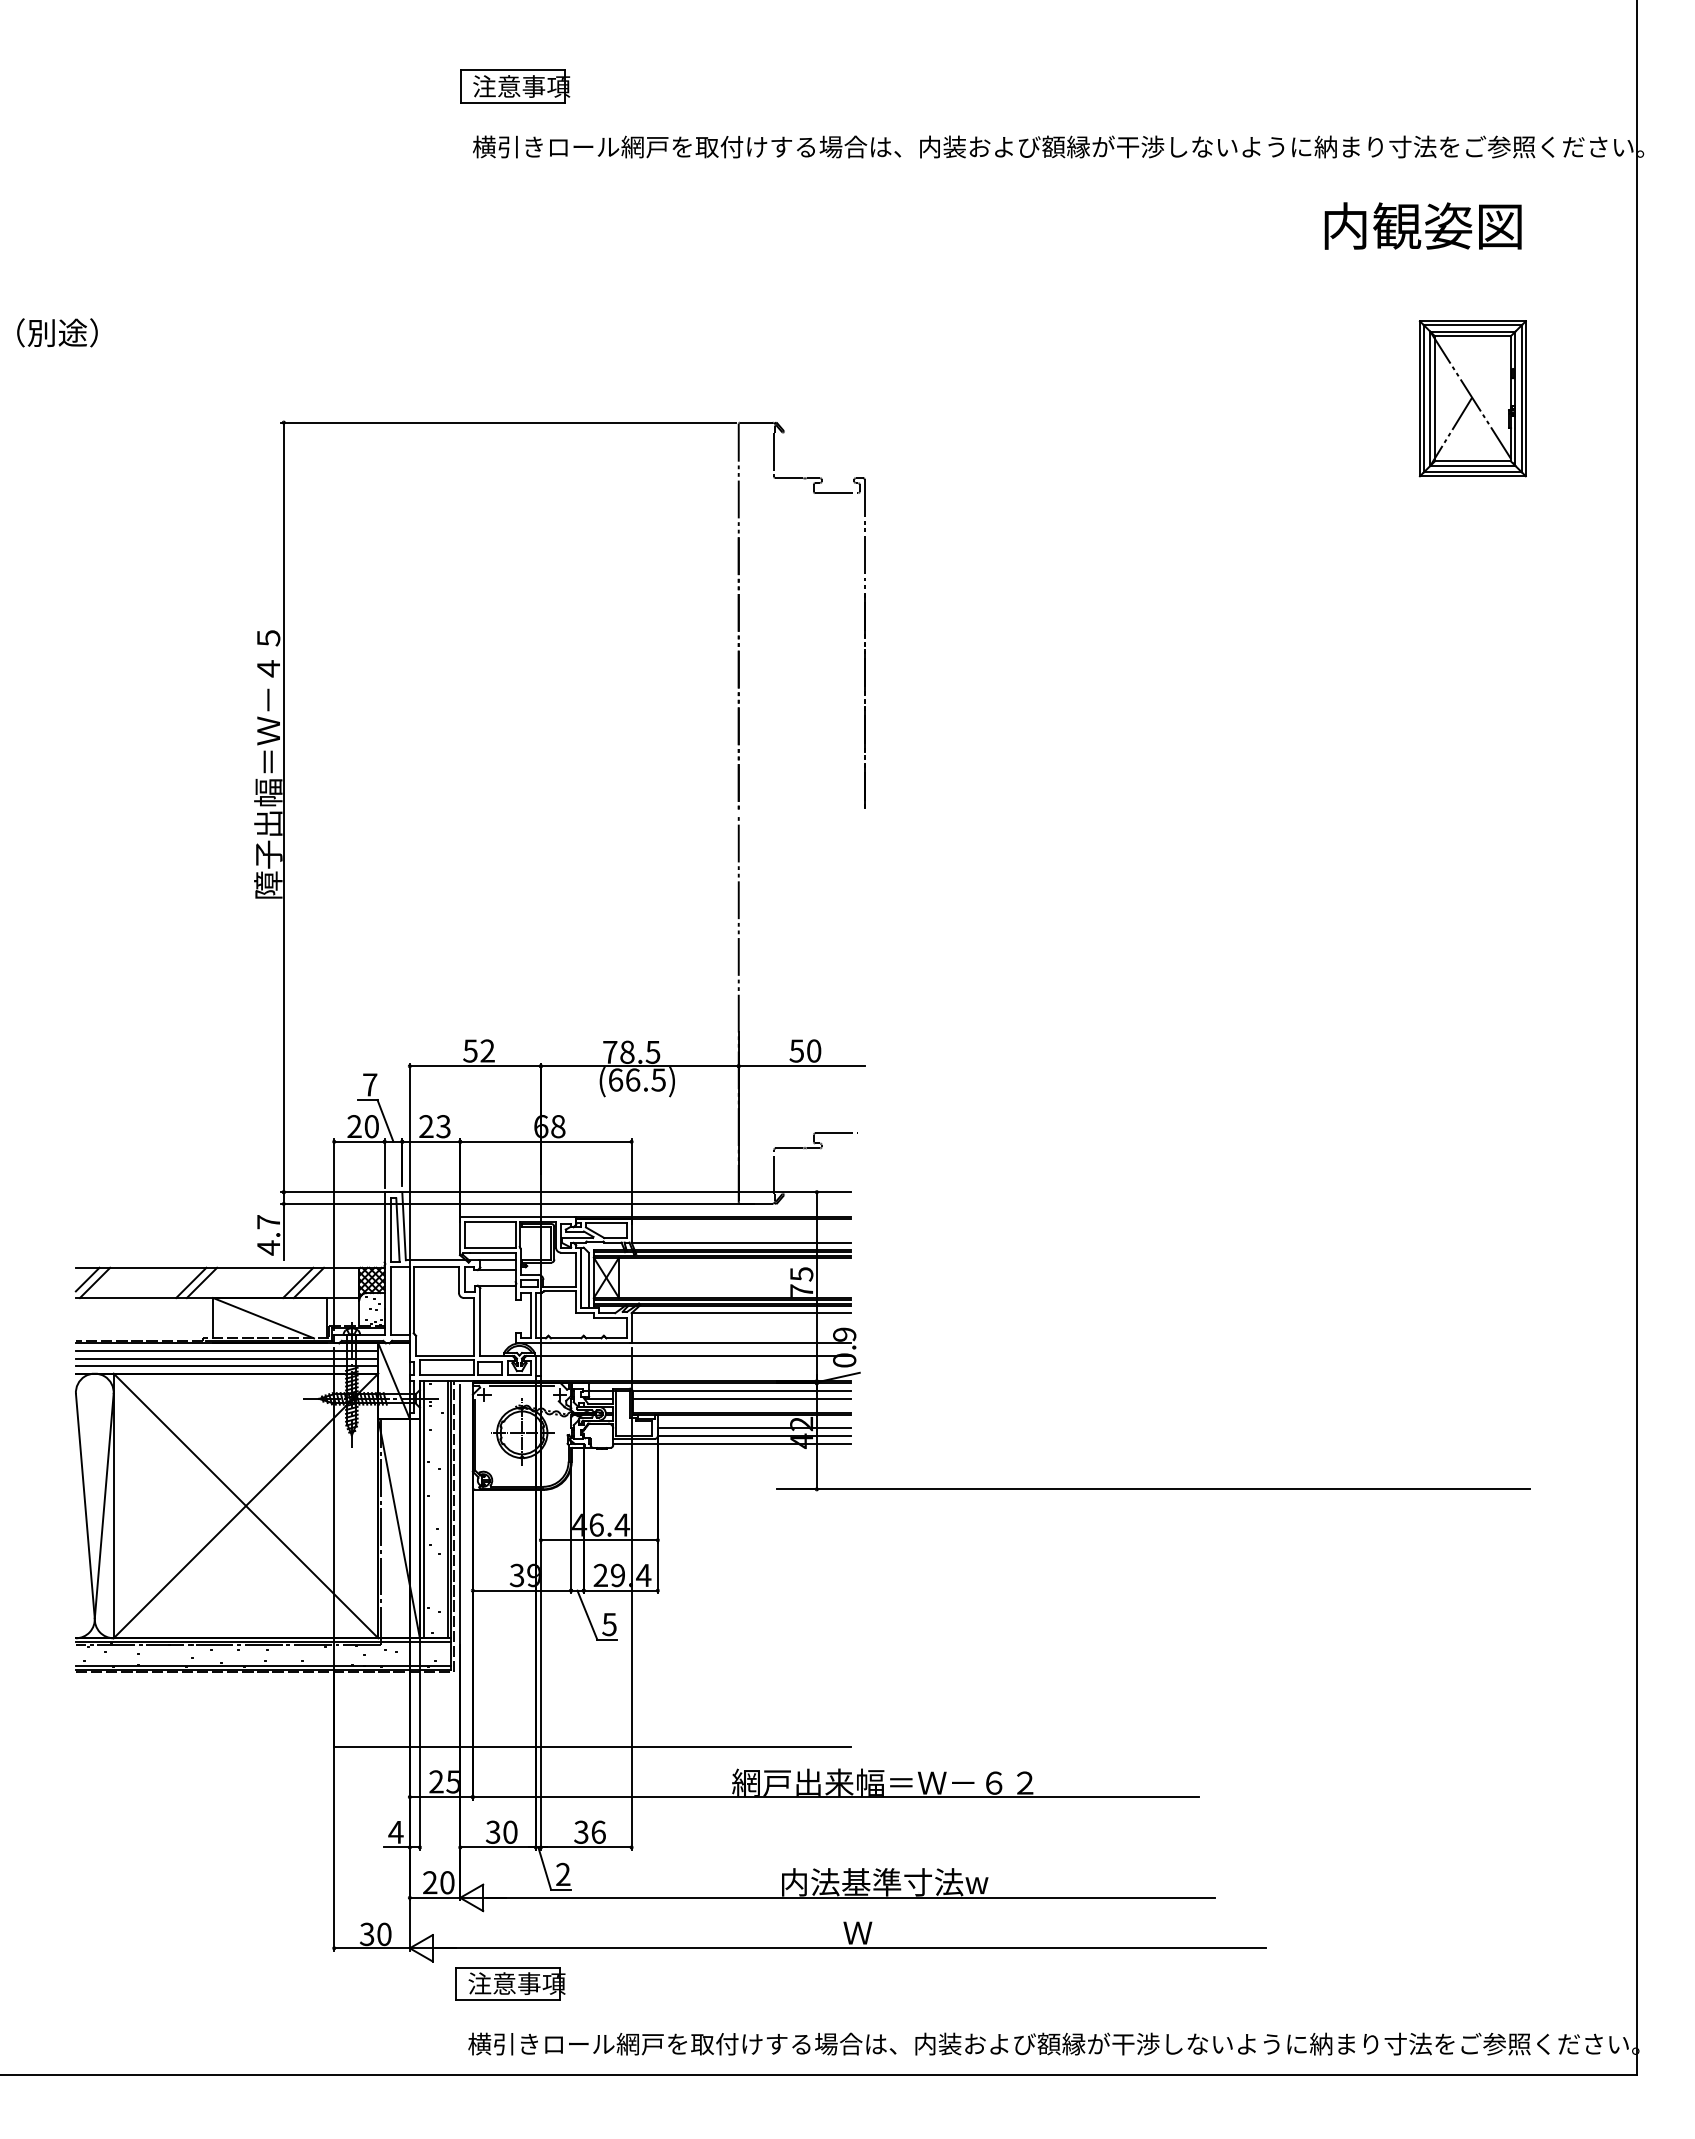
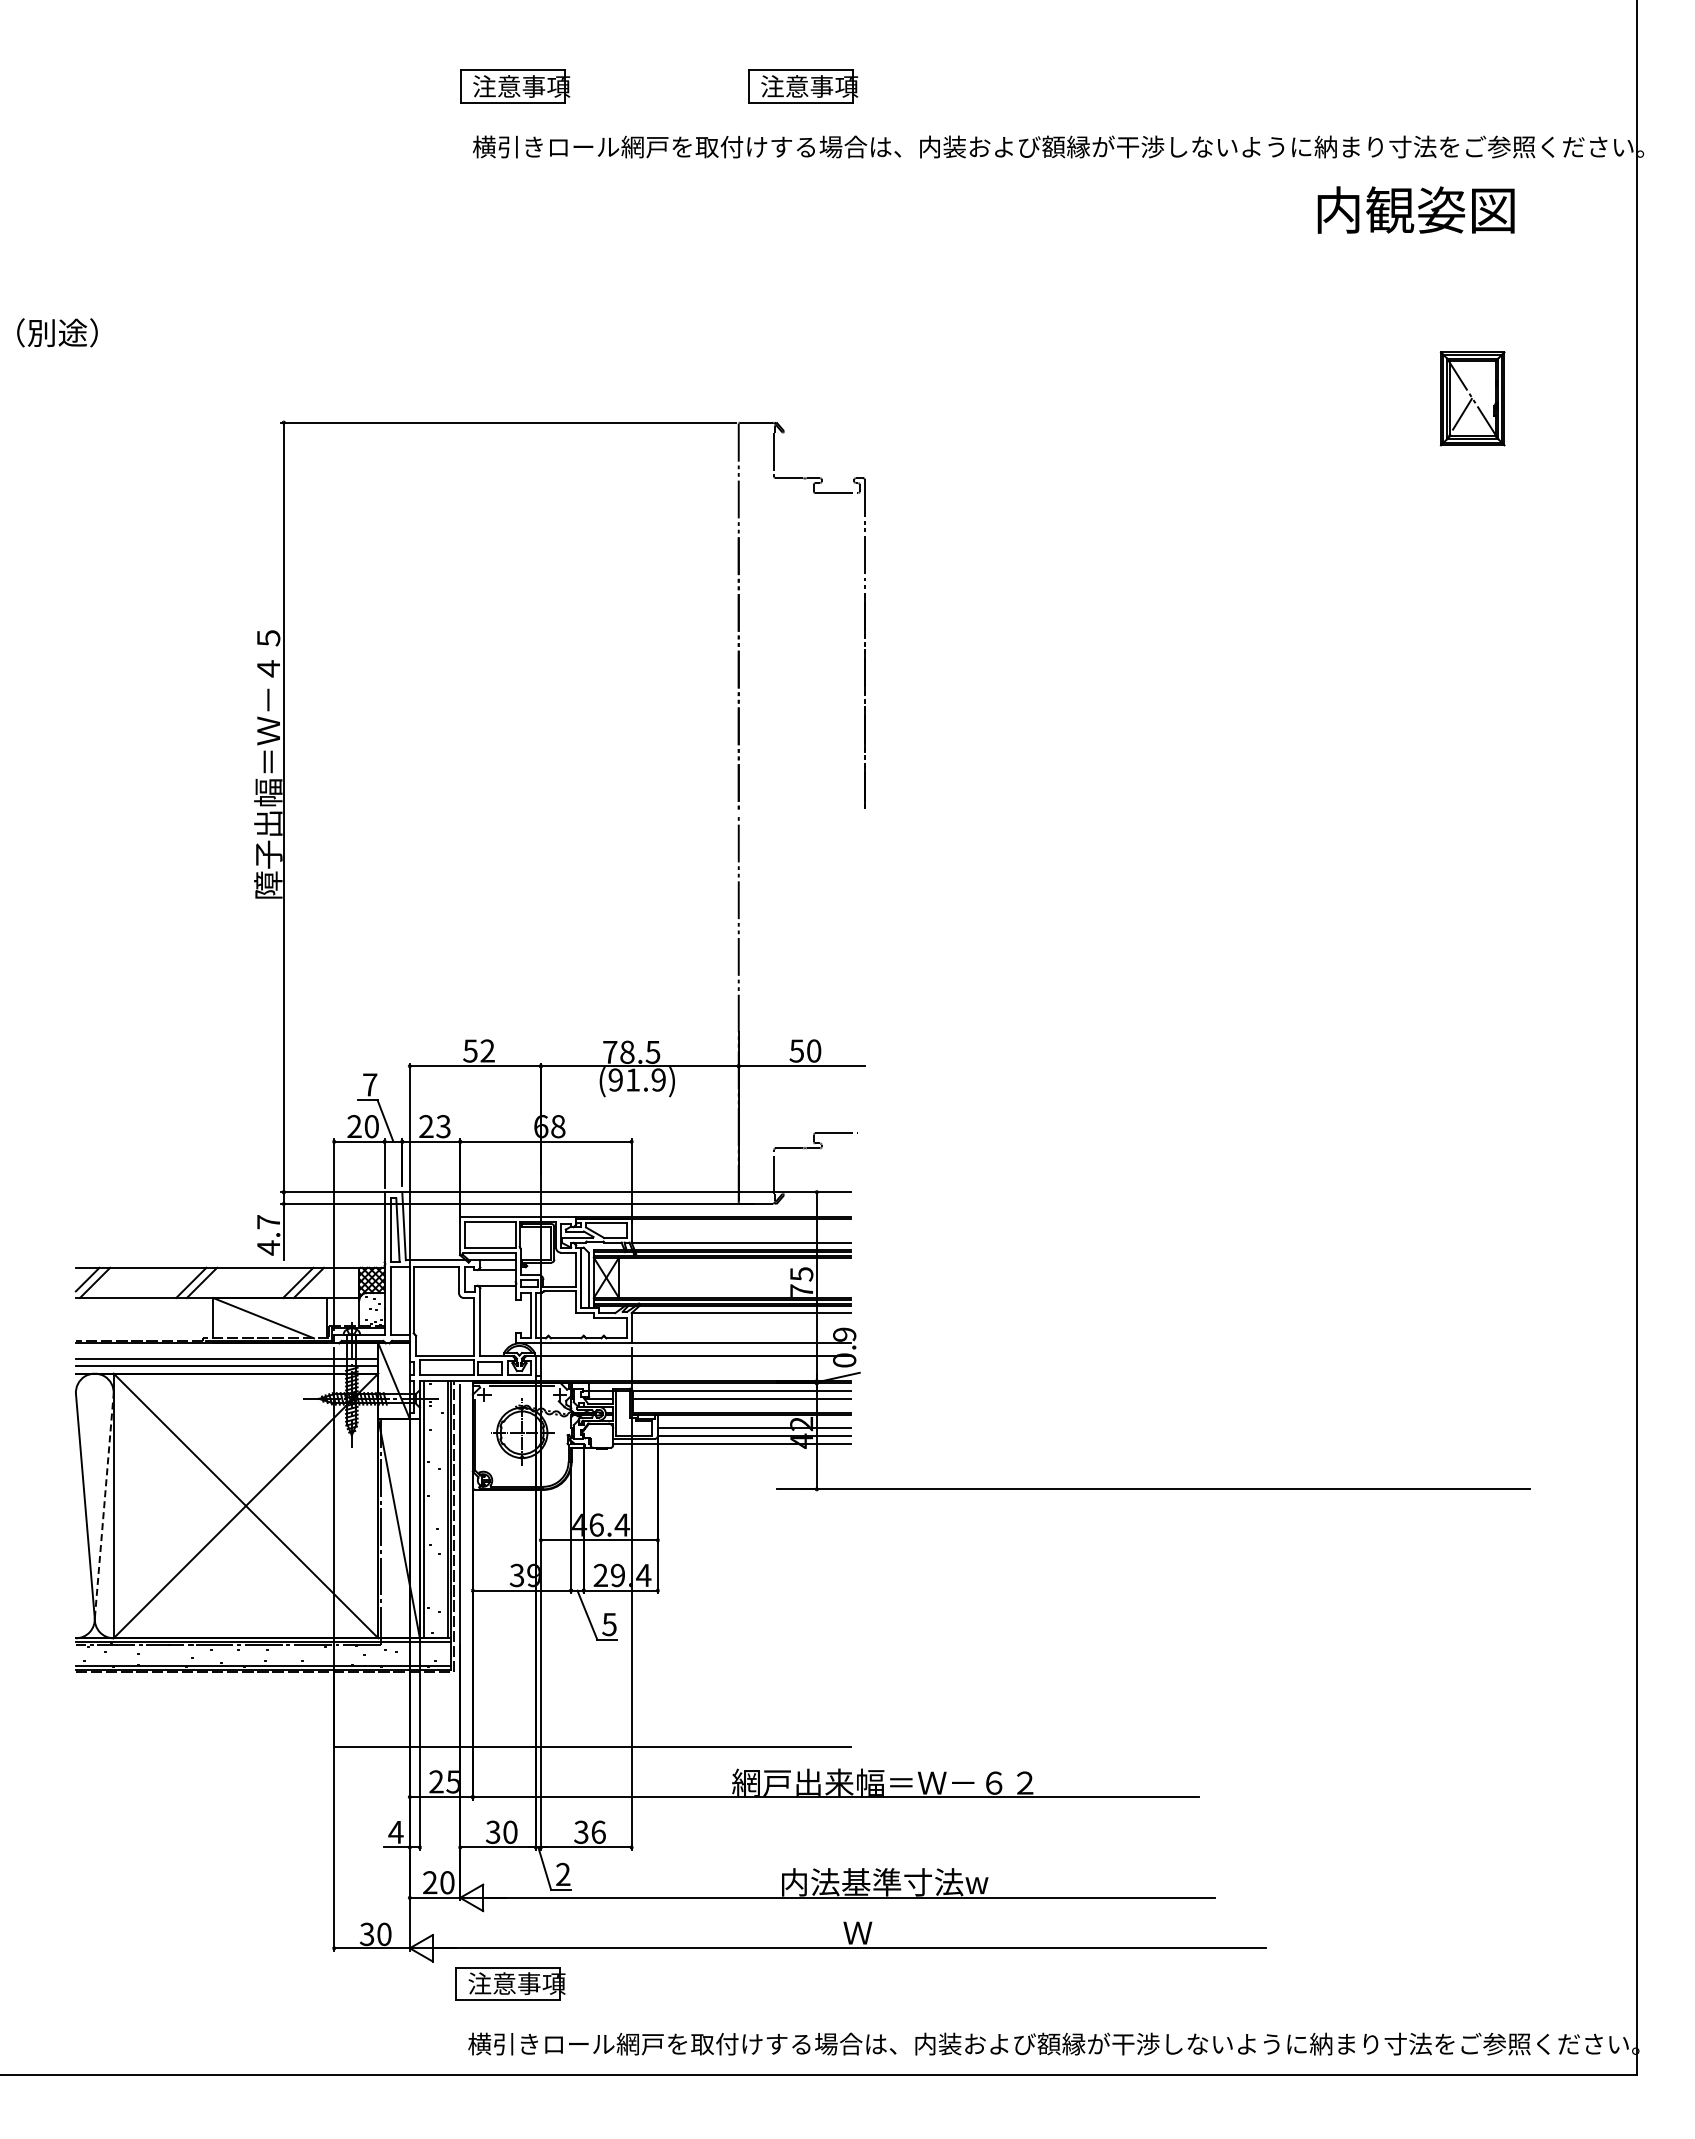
part at (803, 86): none -> present
text at (1422, 225) position: (1422, 225) -> (1415, 209)
part at (1472, 398) size: 109x158 px -> 67x96 px
text at (636, 1079): (66.5) -> (91.9)
line at (226, 1350): present -> none
line at (104, 1505): solid -> dashed
